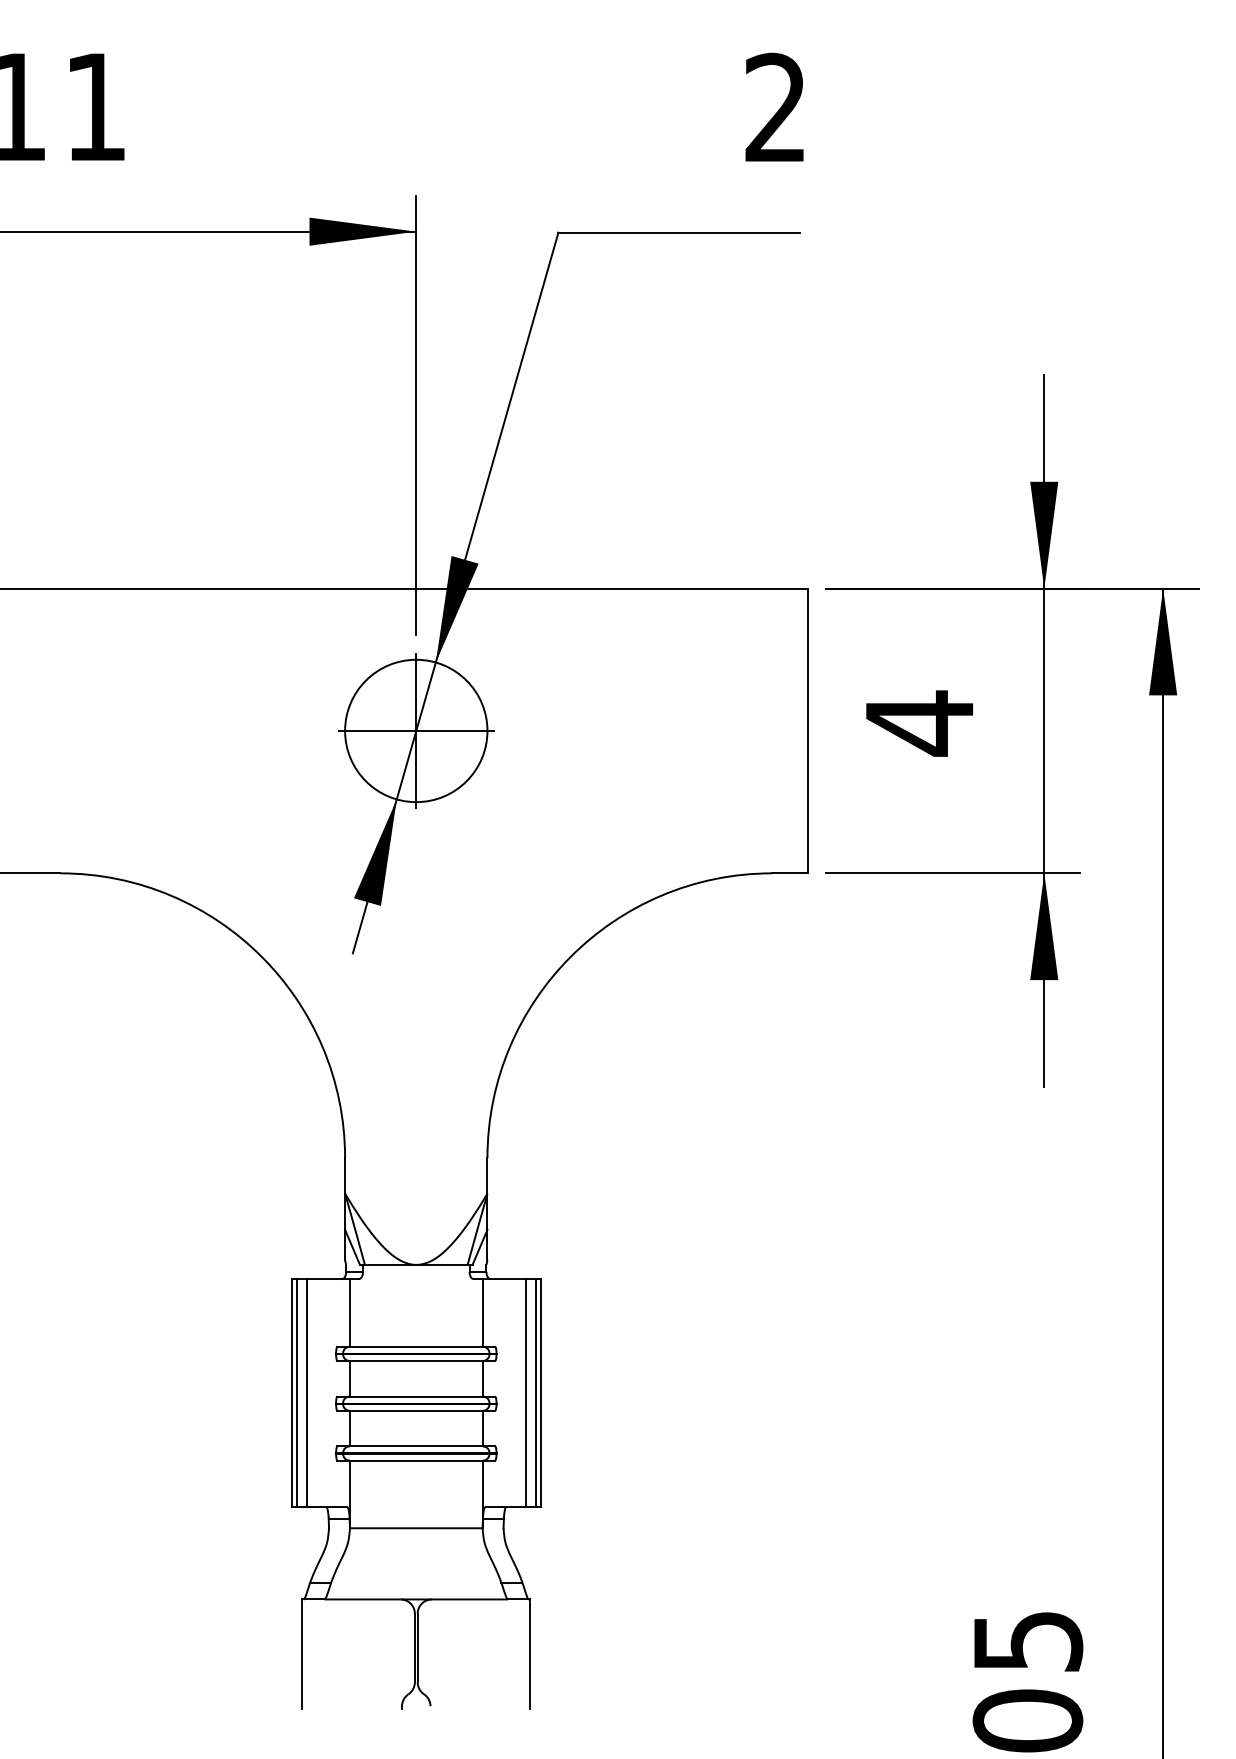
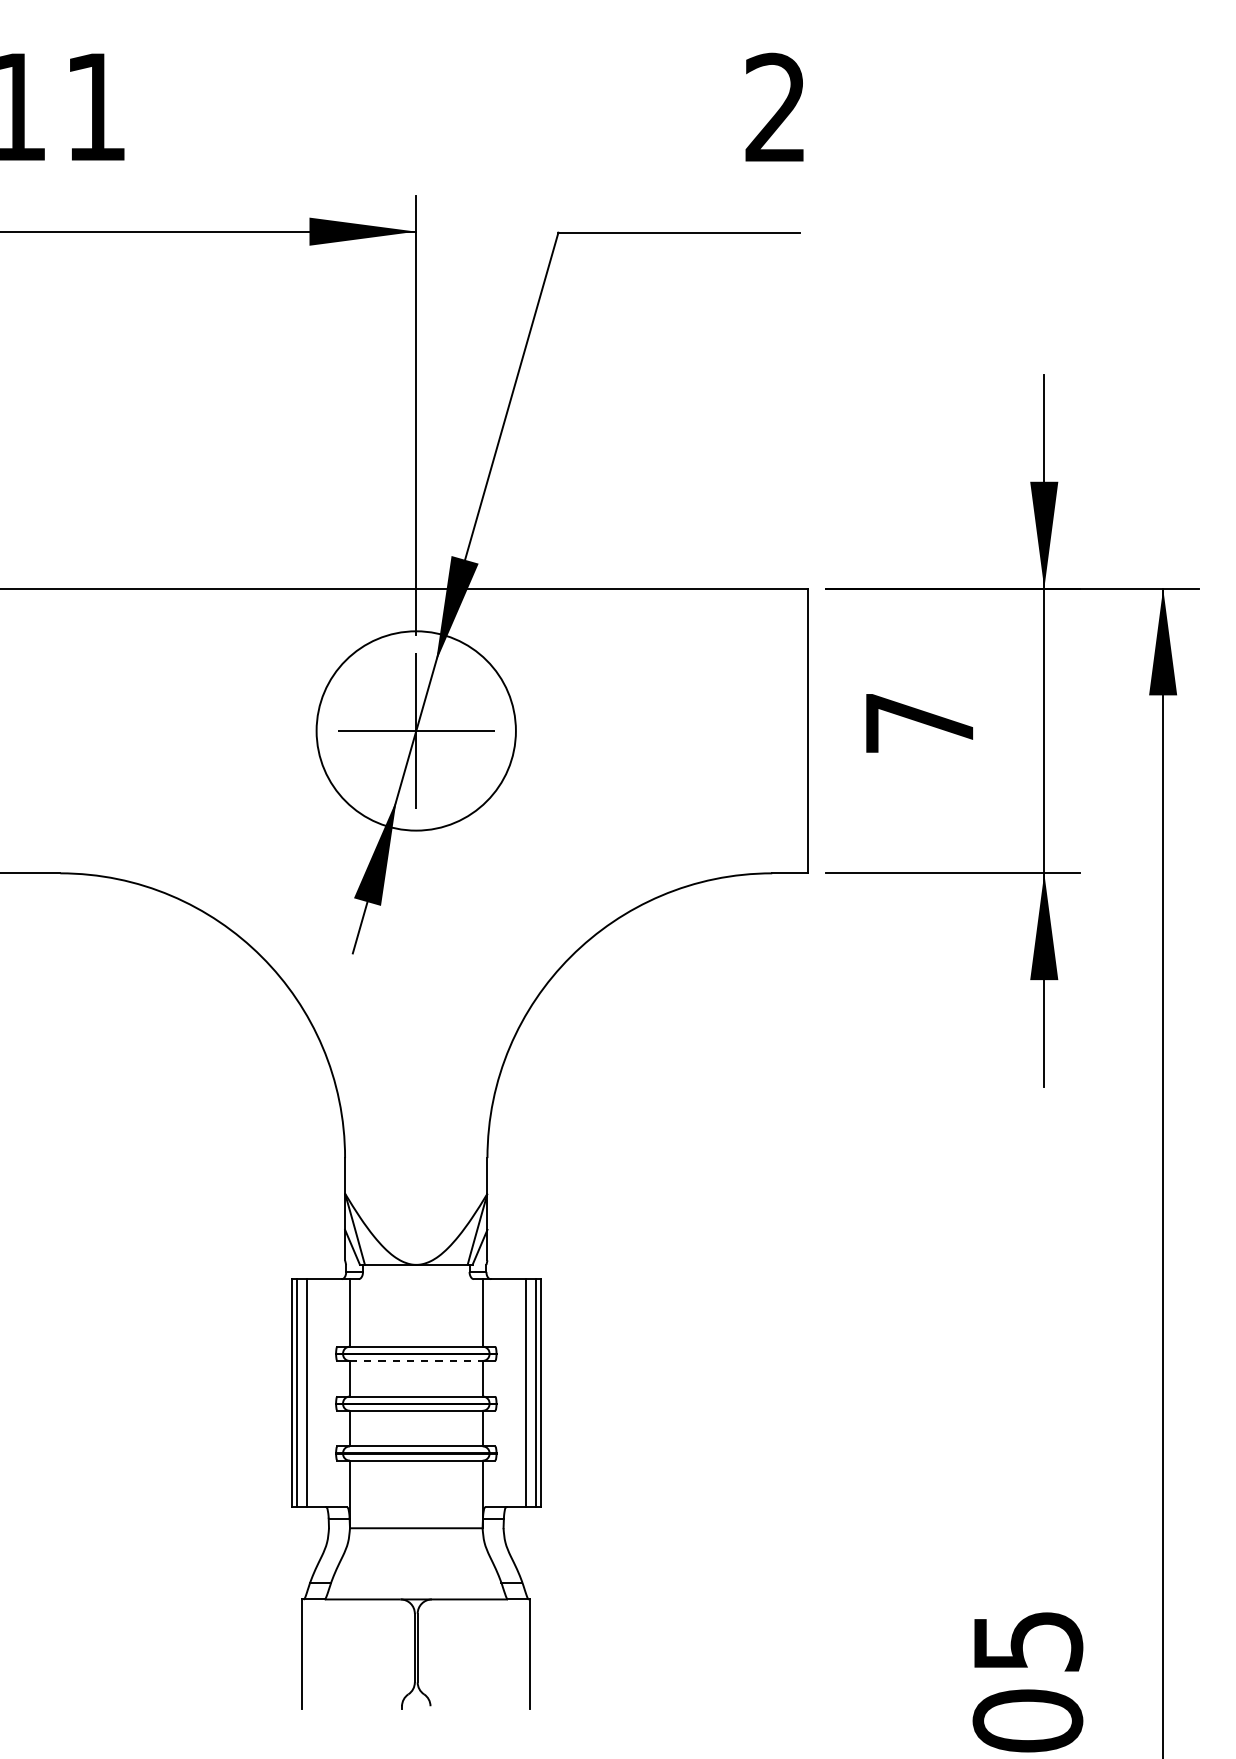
text at (919, 723): 4 -> 7
circle at (416, 730) diameter: 142 px -> 199 px
line at (416, 1360): solid -> dashed
